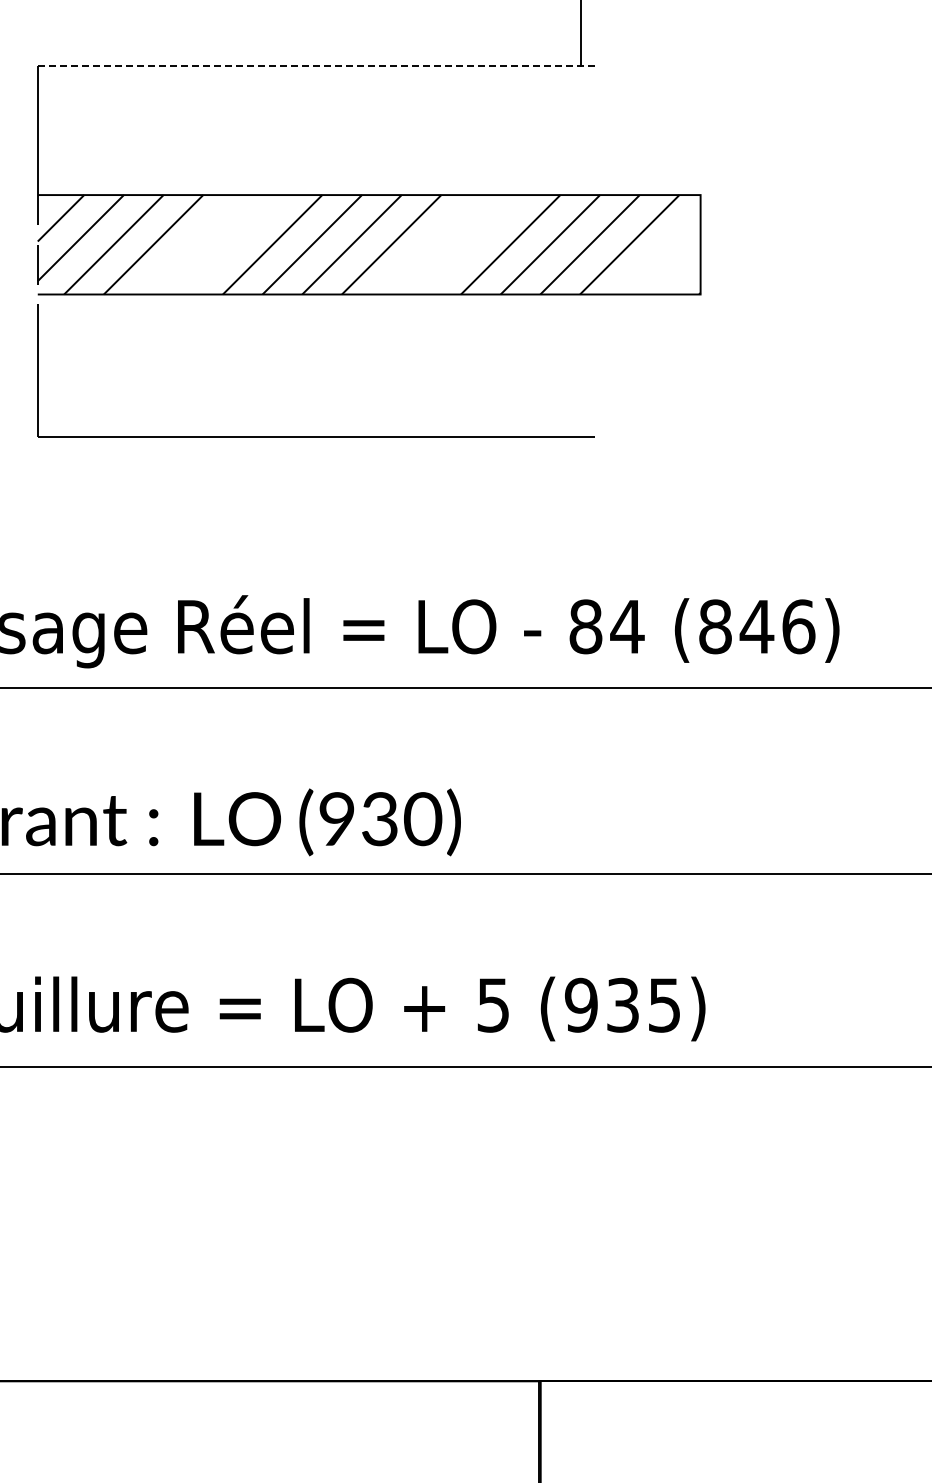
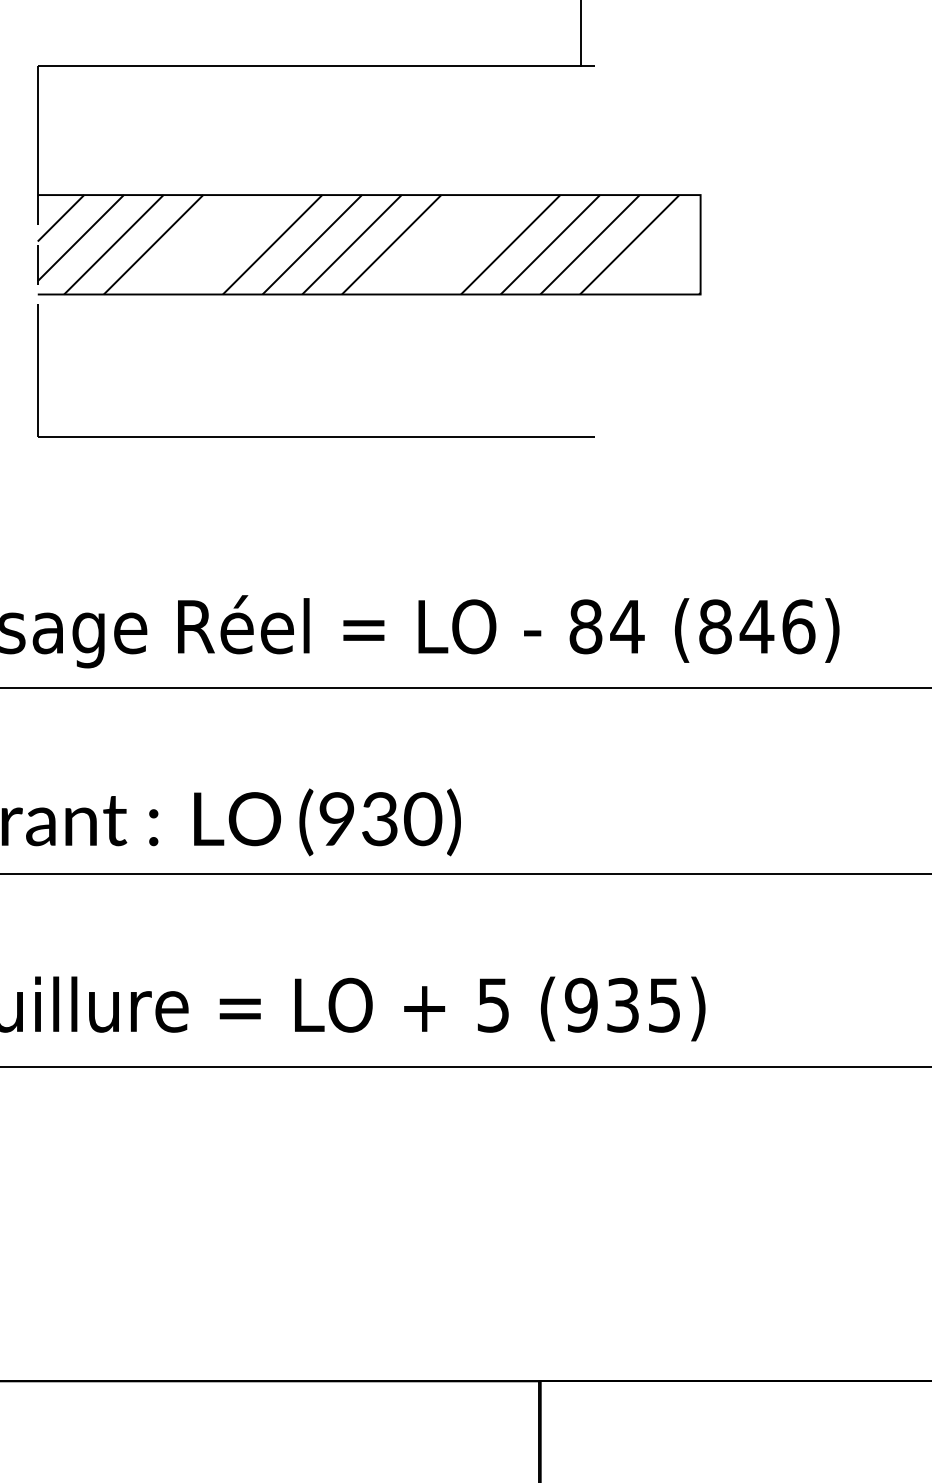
line at (316, 65): dashed -> solid
